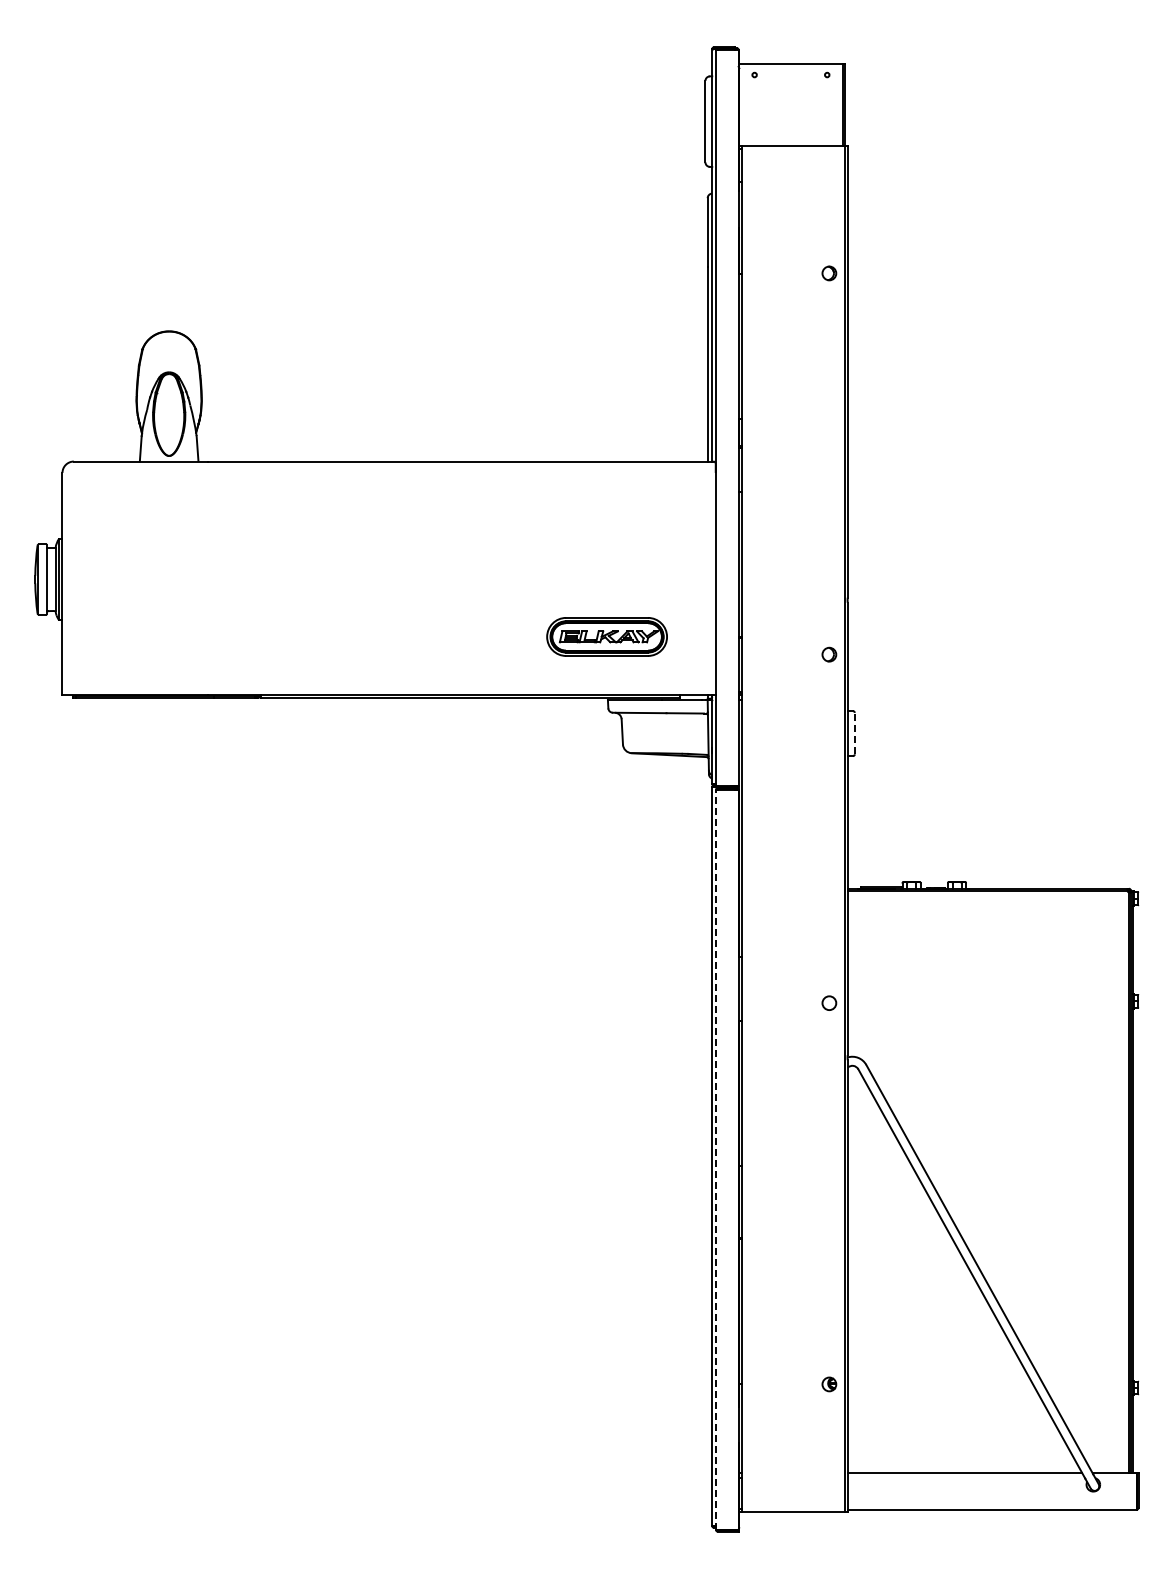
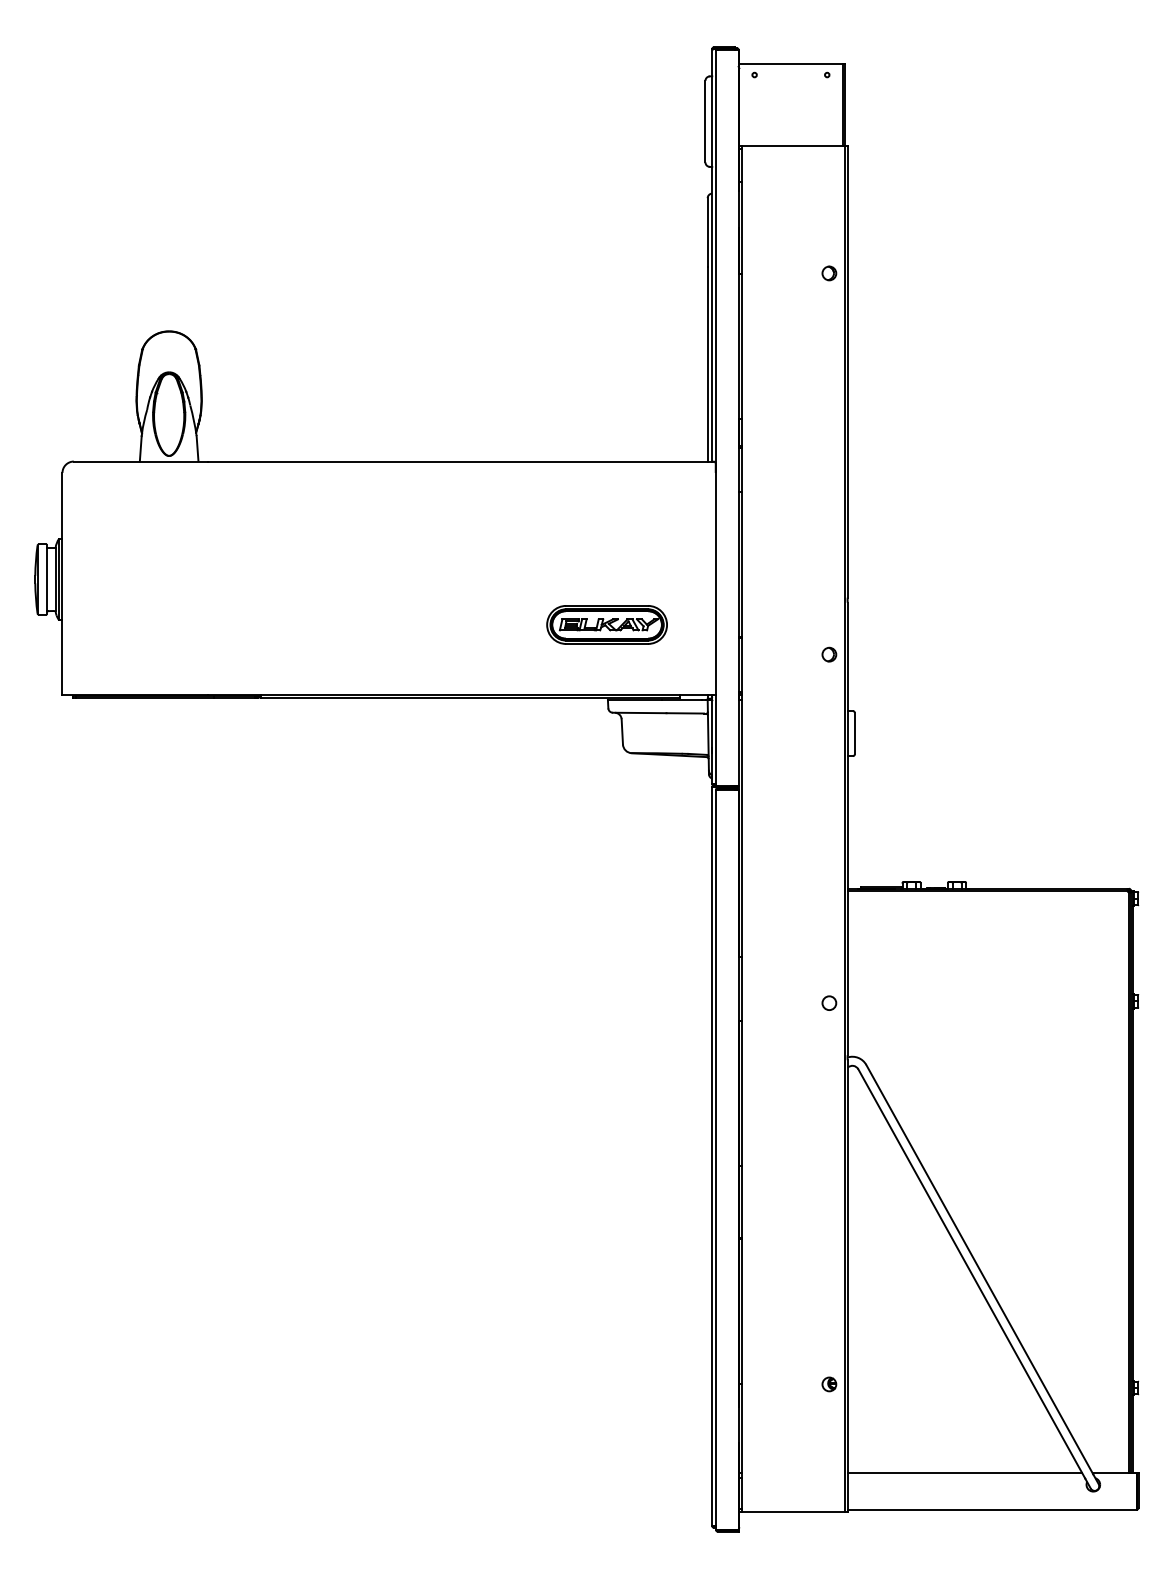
part at (606, 636) position: (606, 636) -> (606, 624)
line at (854, 733): dashed -> solid
line at (716, 1159): dashed -> solid
